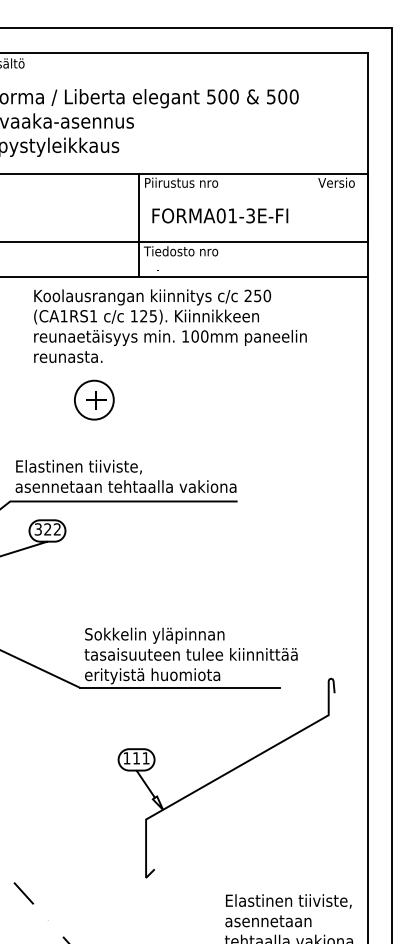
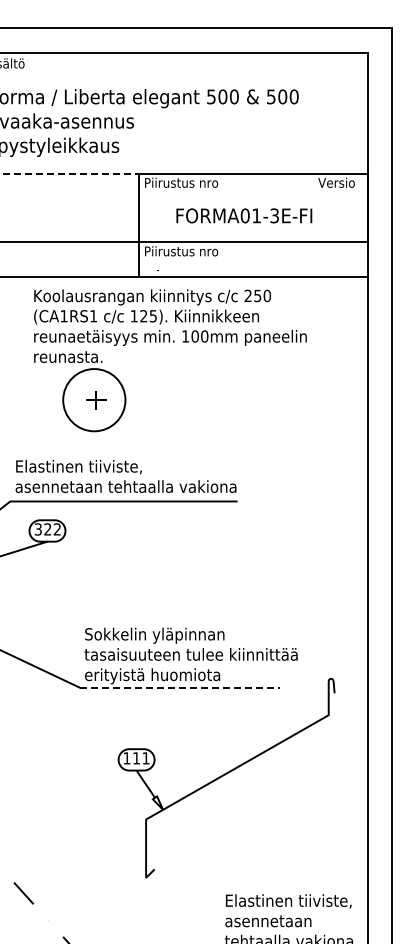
line at (70, 174): solid -> dashed
text at (220, 215) position: (220, 215) -> (244, 215)
text at (168, 251): Tiedosto nro -> Piirustus nro
circle at (93, 399) diameter: 39 px -> 62 px
line at (180, 687): solid -> dashed
